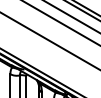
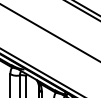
line at (71, 16): present -> none
line at (61, 23): present -> none
line at (49, 40) position: (49, 40) -> (49, 32)
